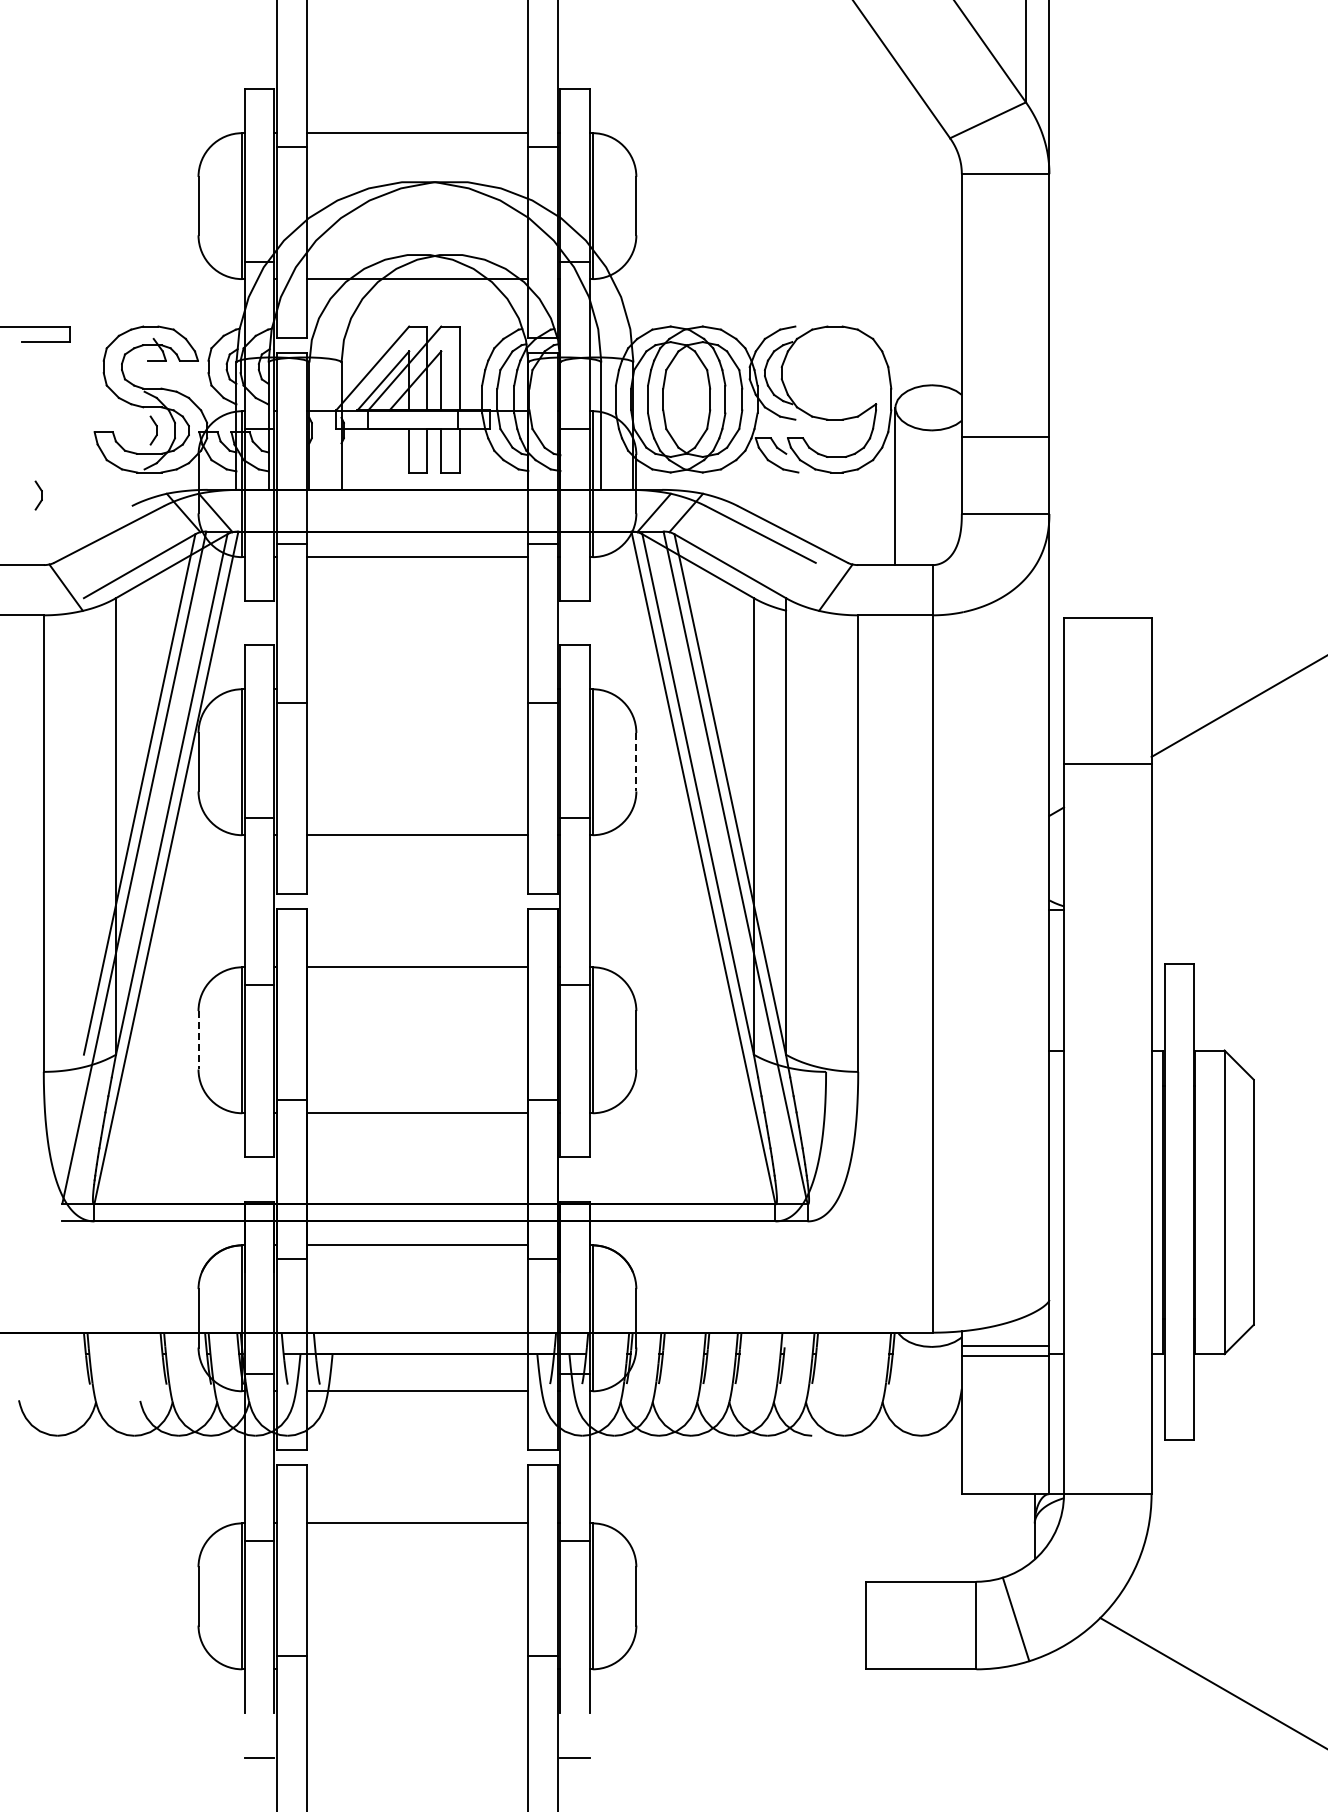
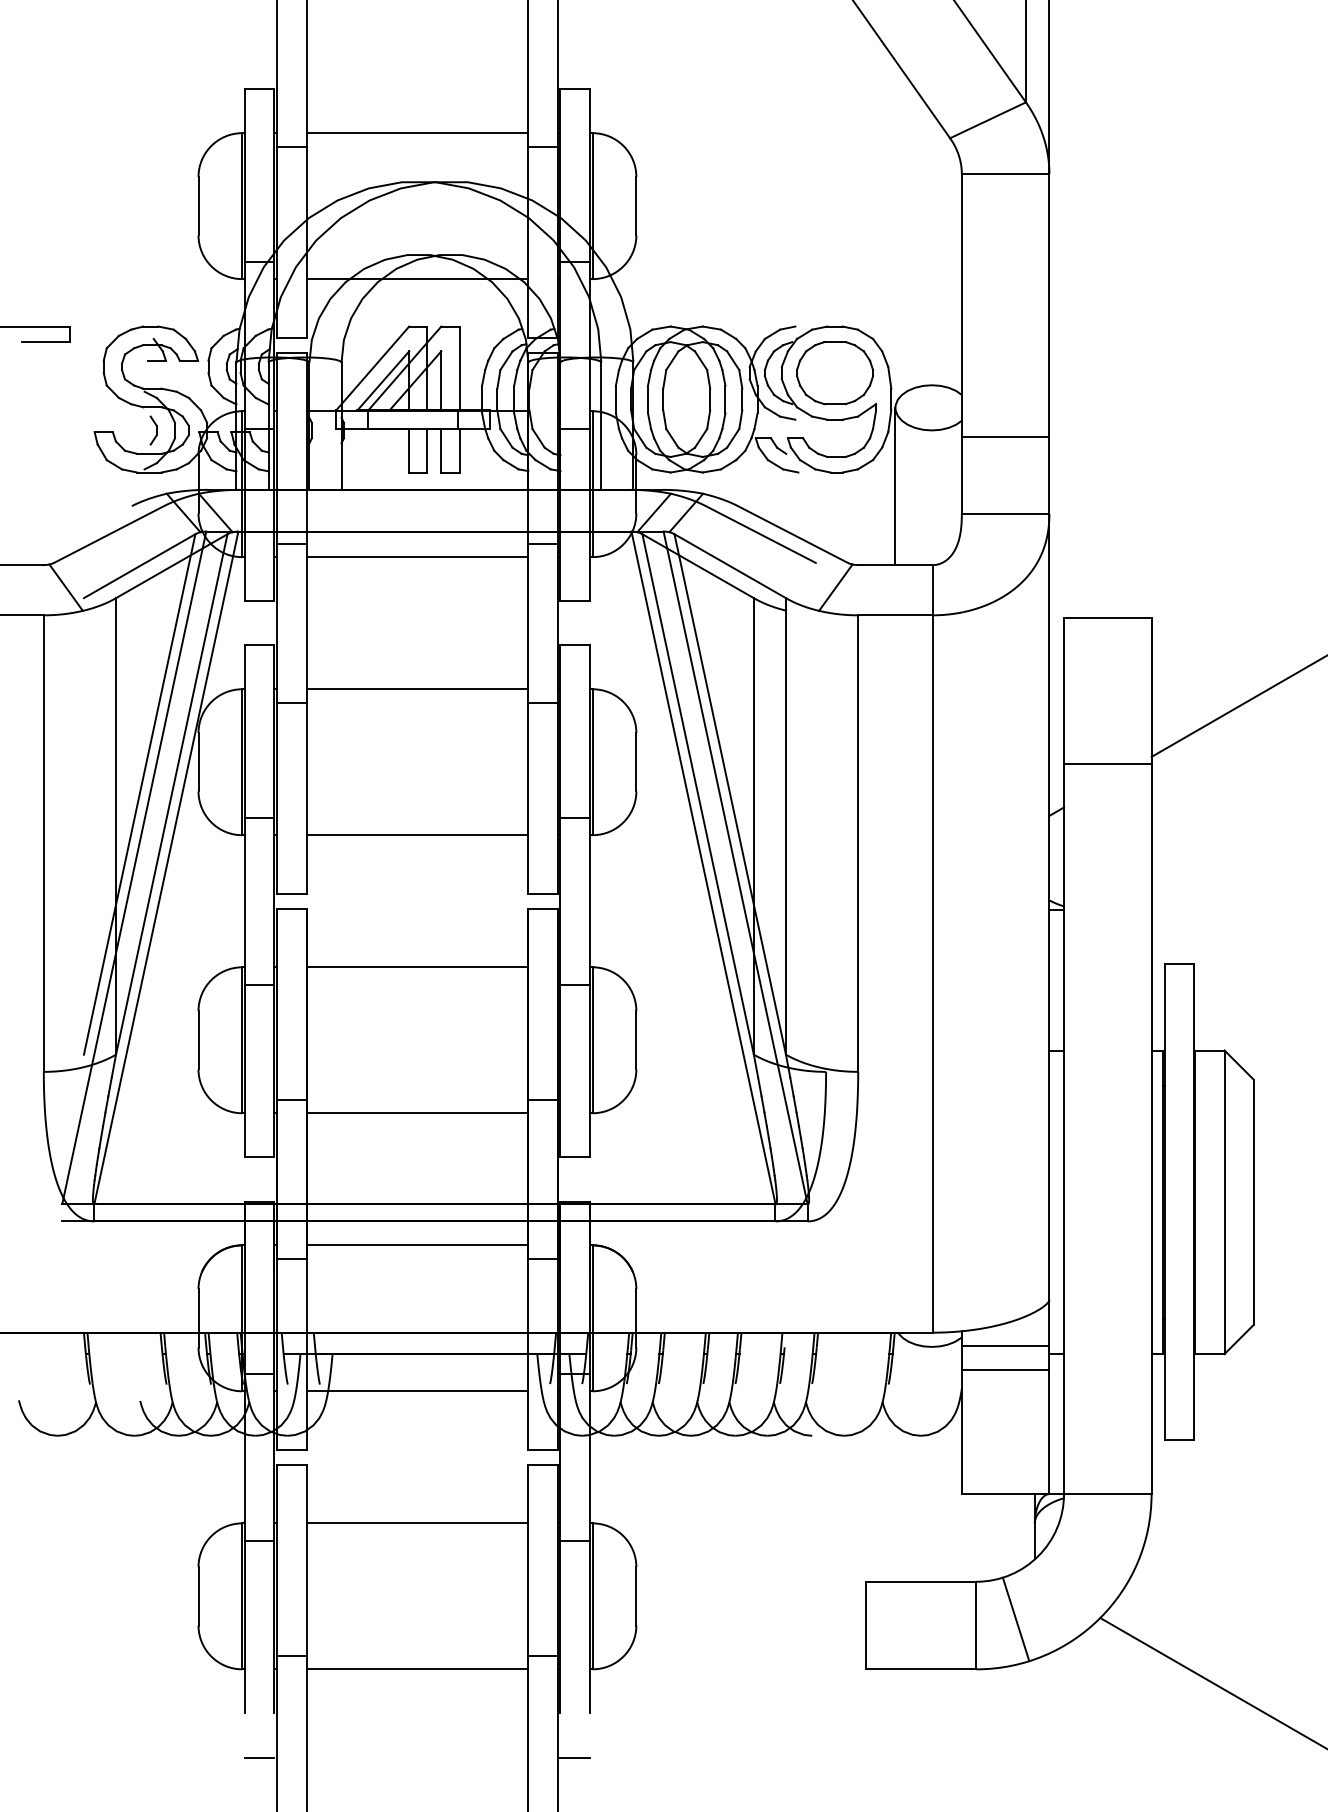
part at (835, 373): none -> present
part at (38, 495): present -> none
line at (417, 689): none -> present
line at (636, 762): dashed -> solid
line at (198, 1040): dashed -> solid
line at (1005, 1355) position: (1005, 1355) -> (1005, 1369)
line at (417, 1669): none -> present
